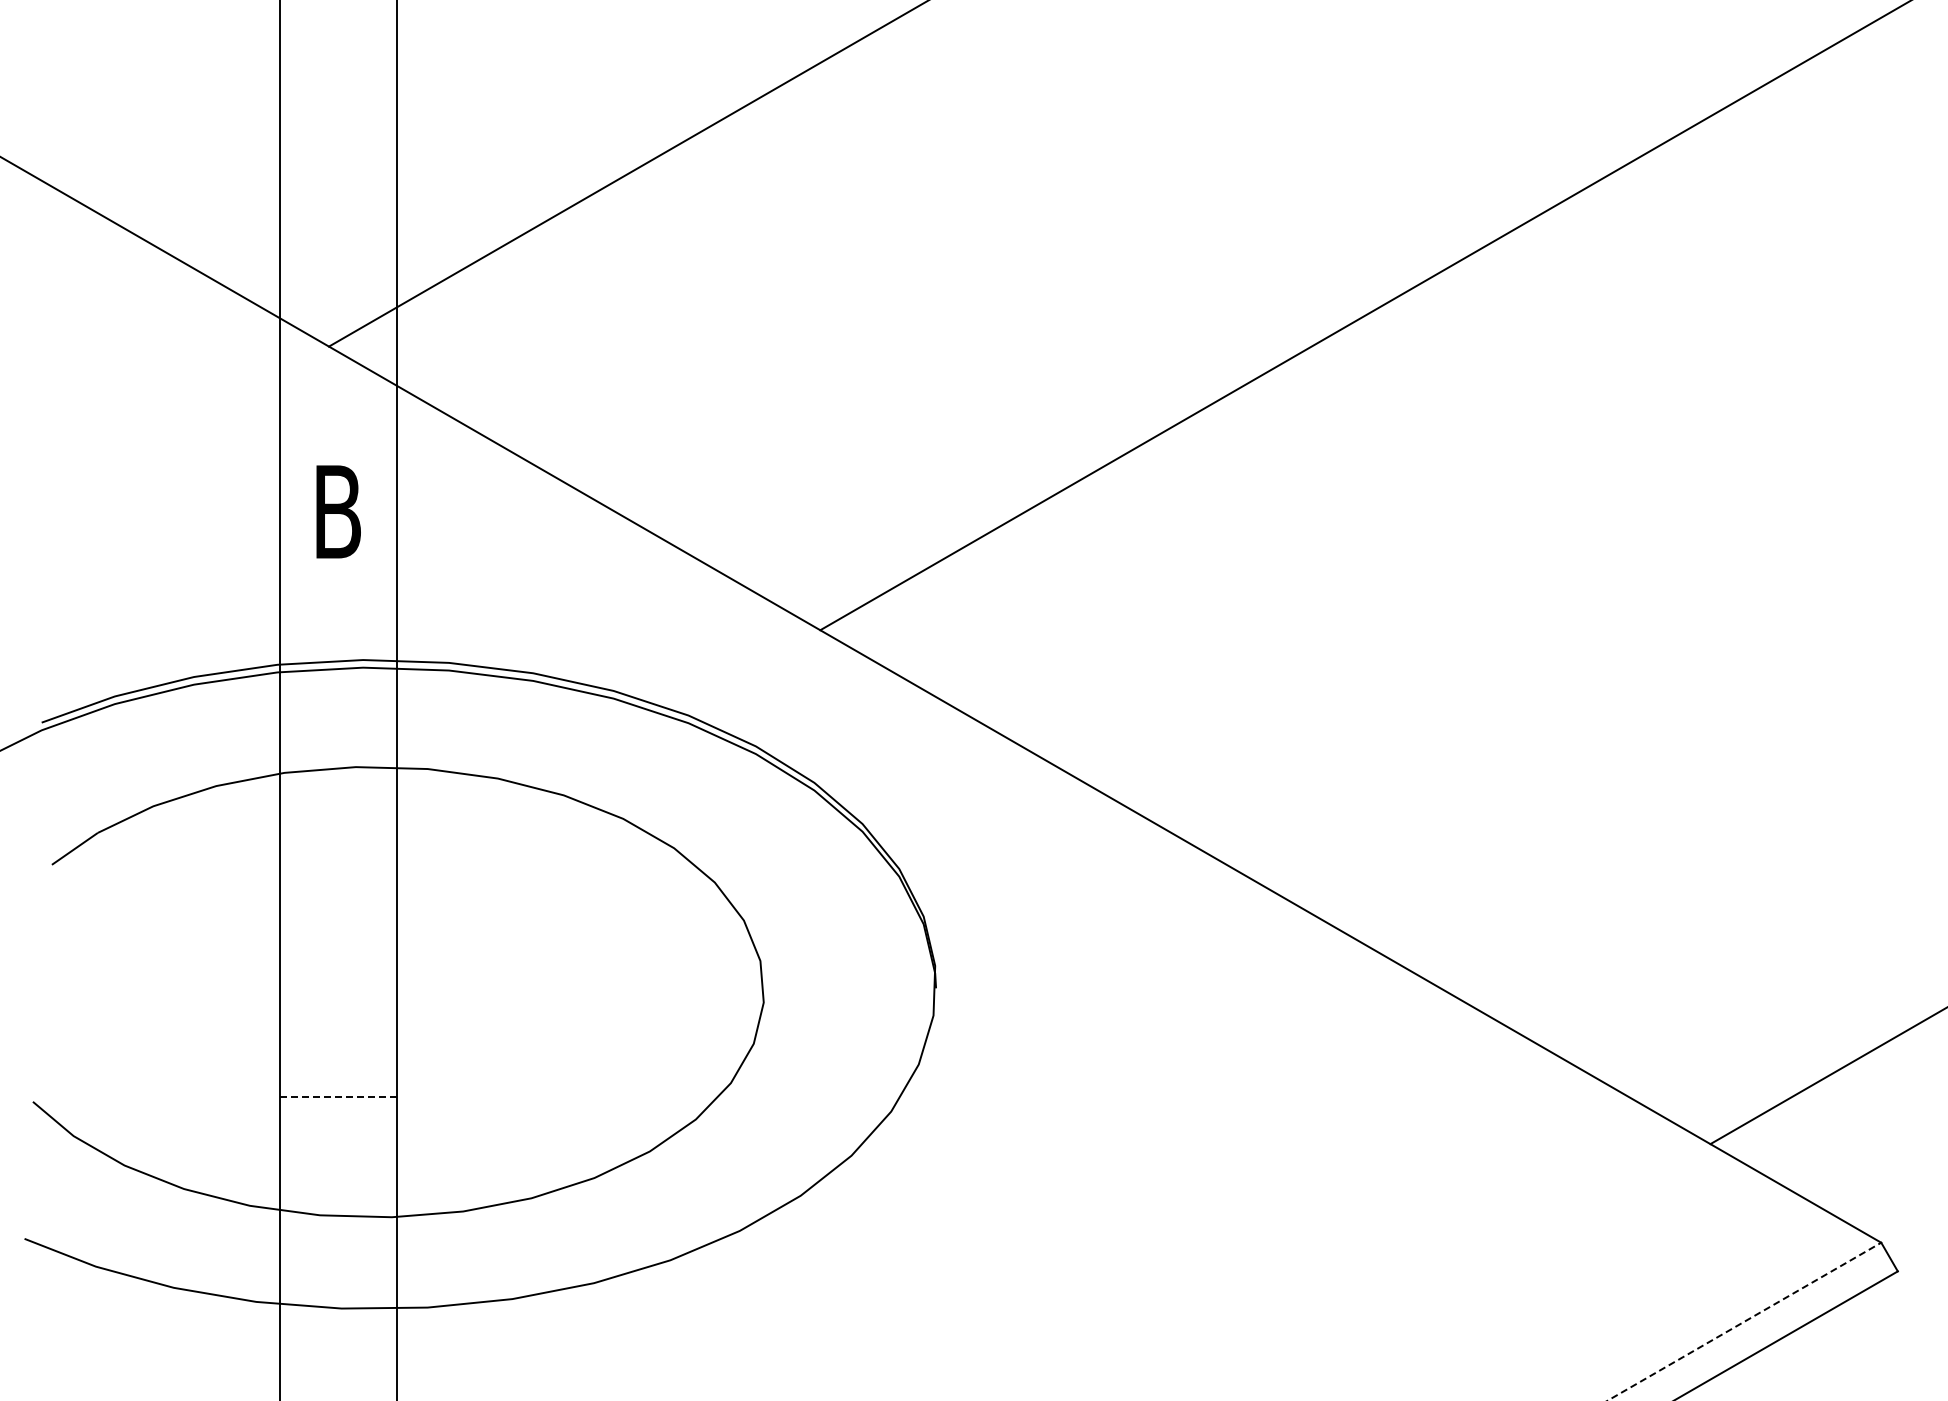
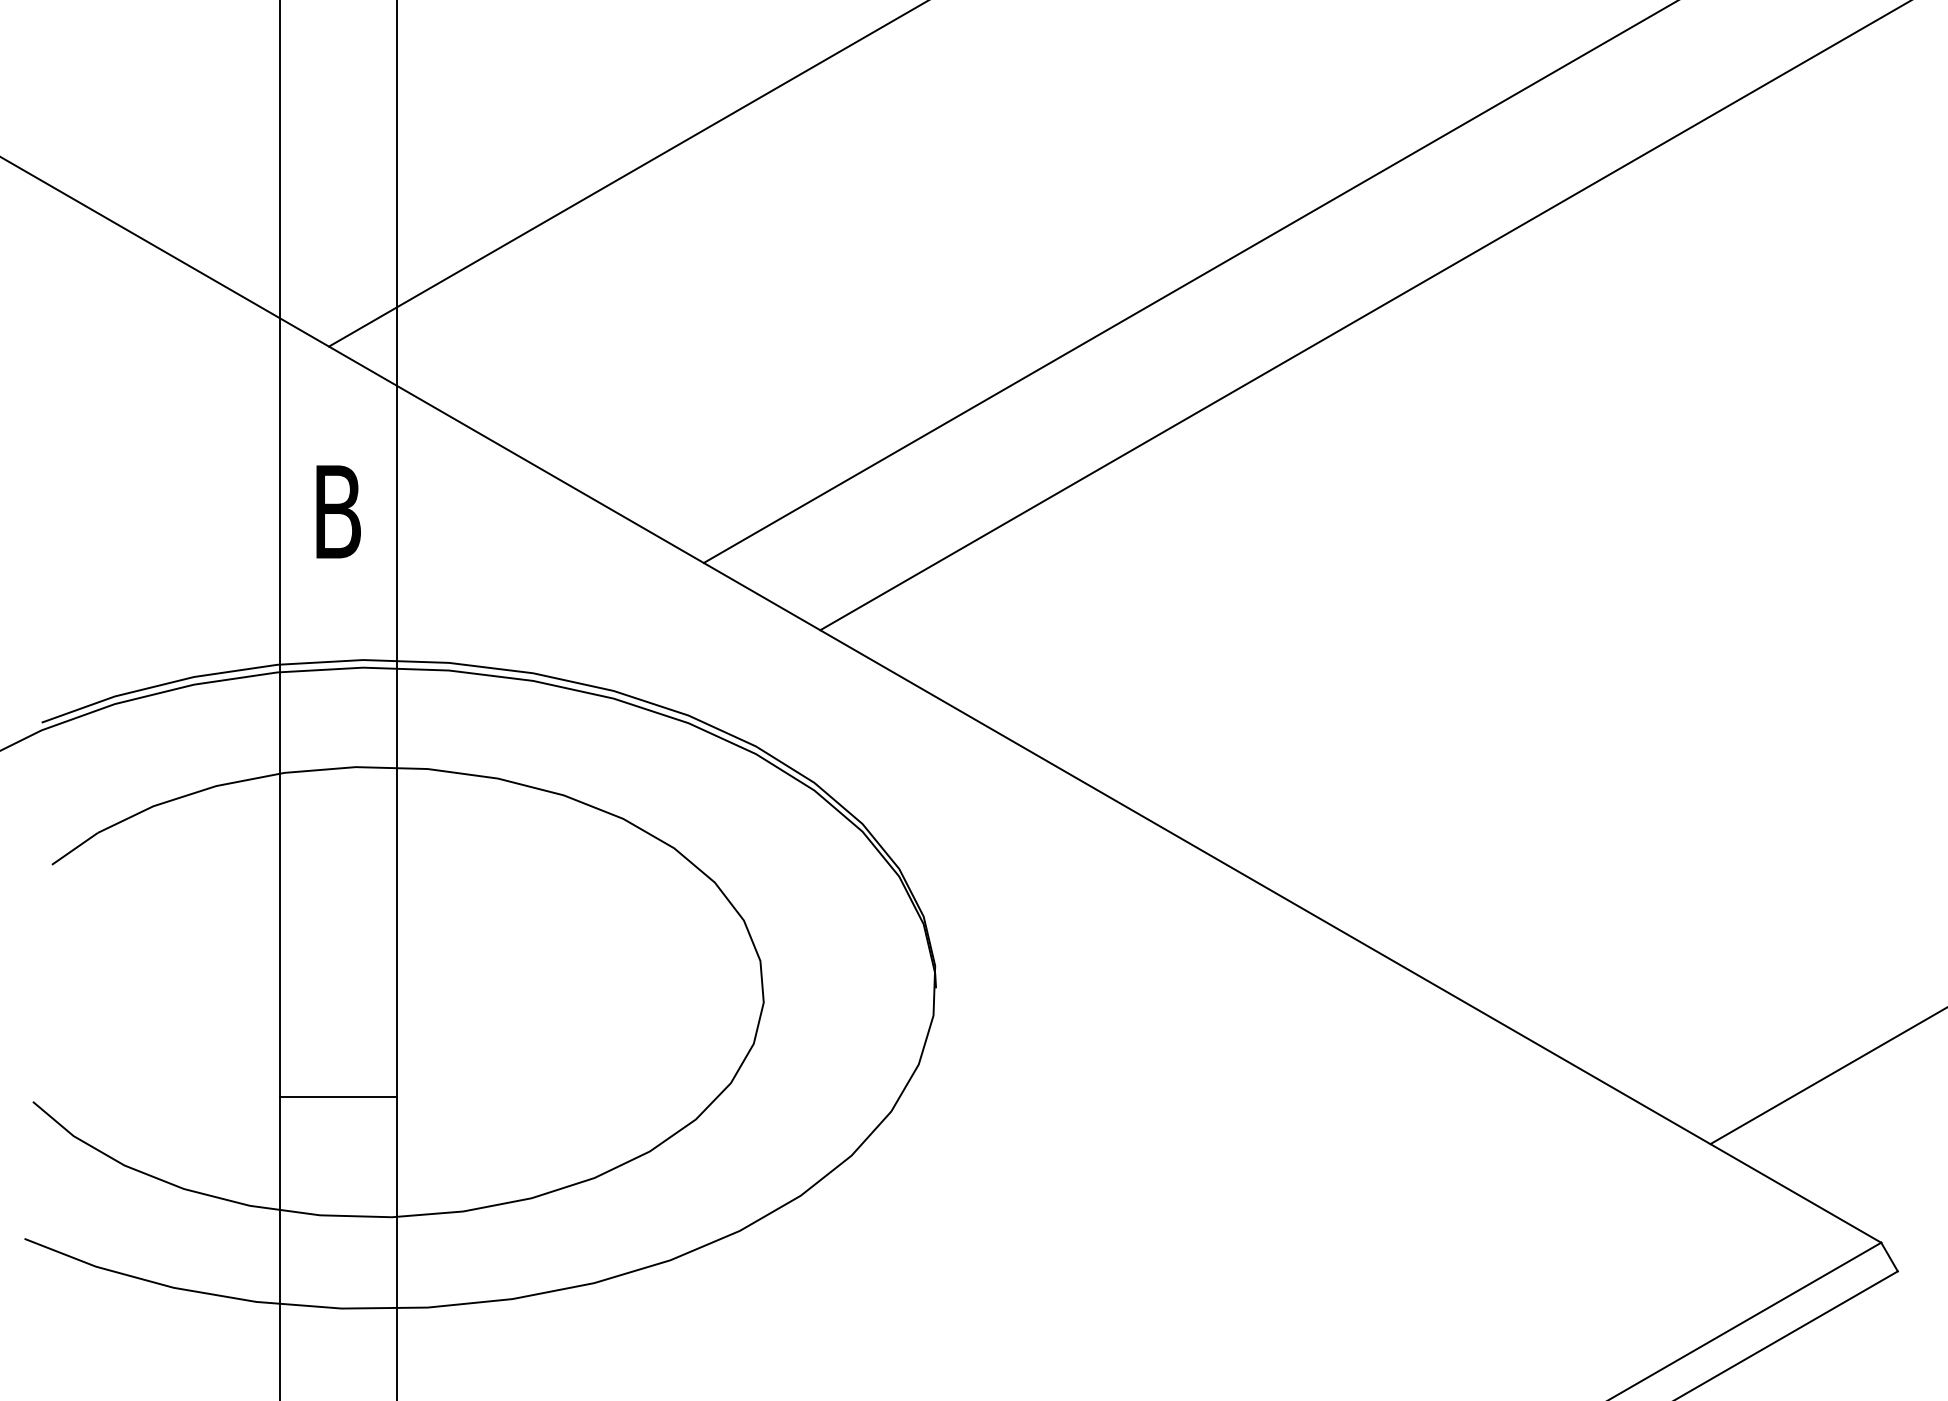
line at (1188, 282): none -> present
line at (338, 1097): dashed -> solid
line at (1744, 1321): dashed -> solid
